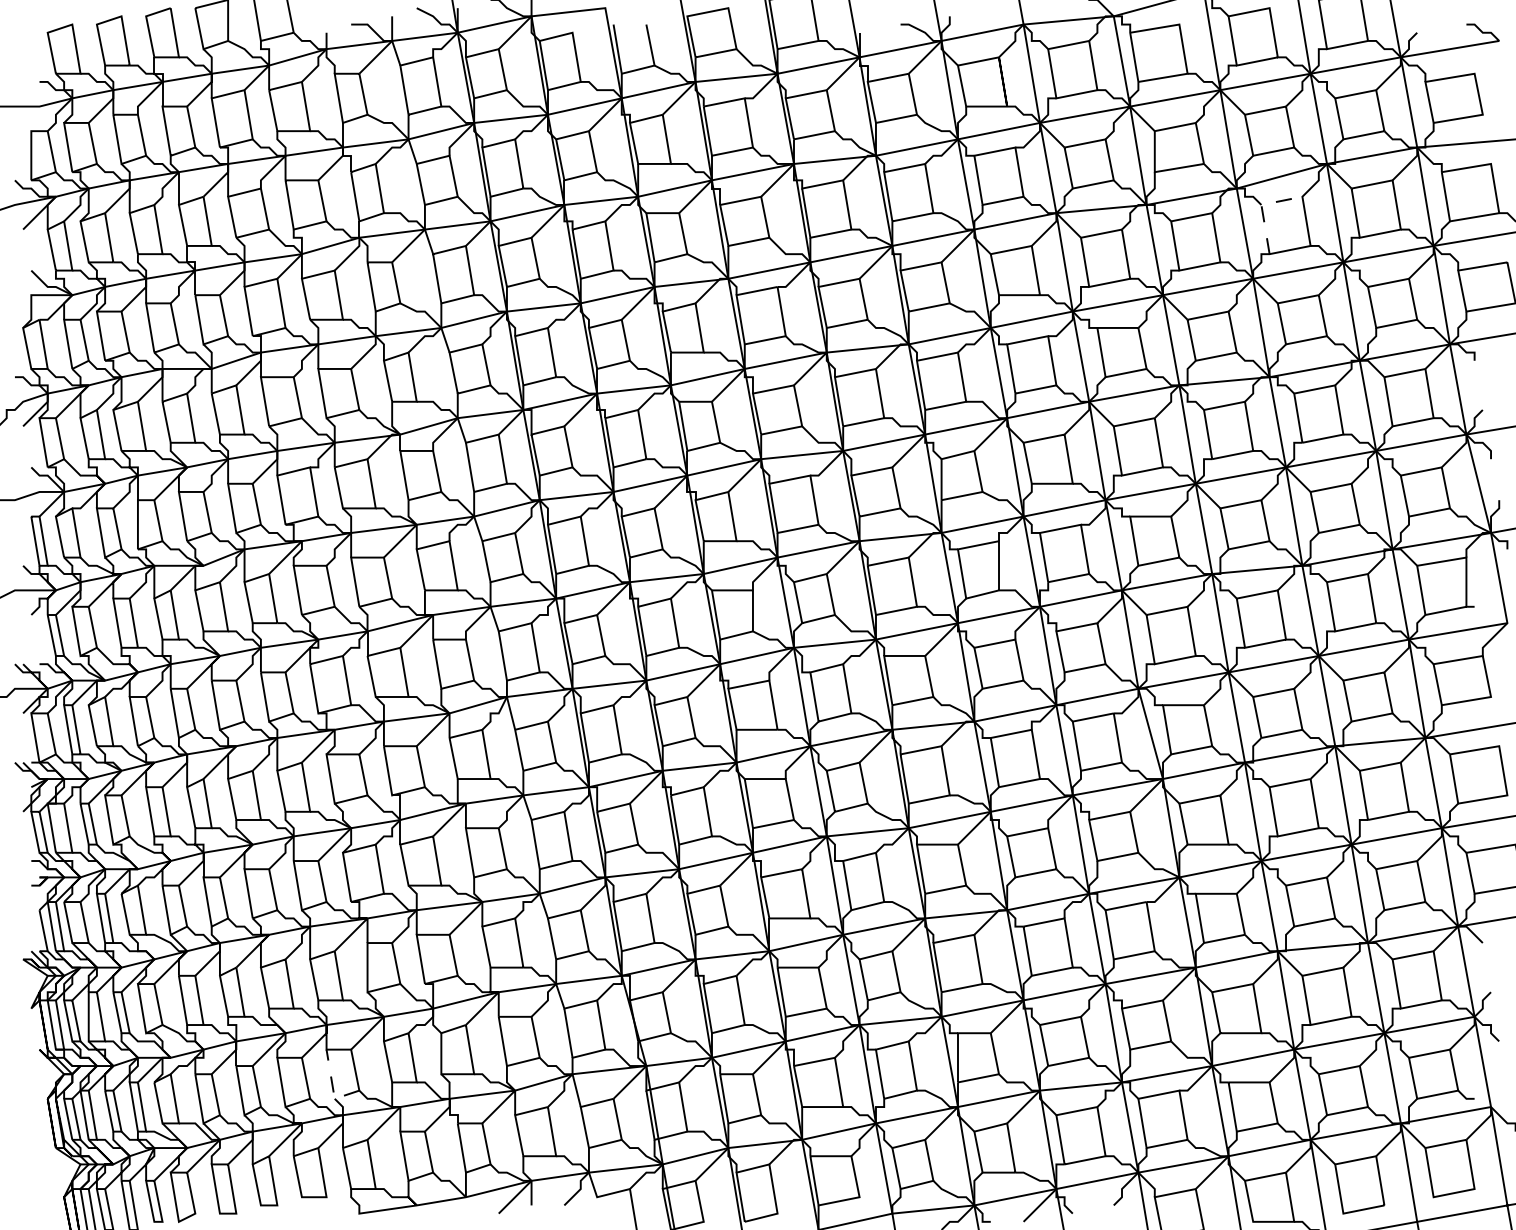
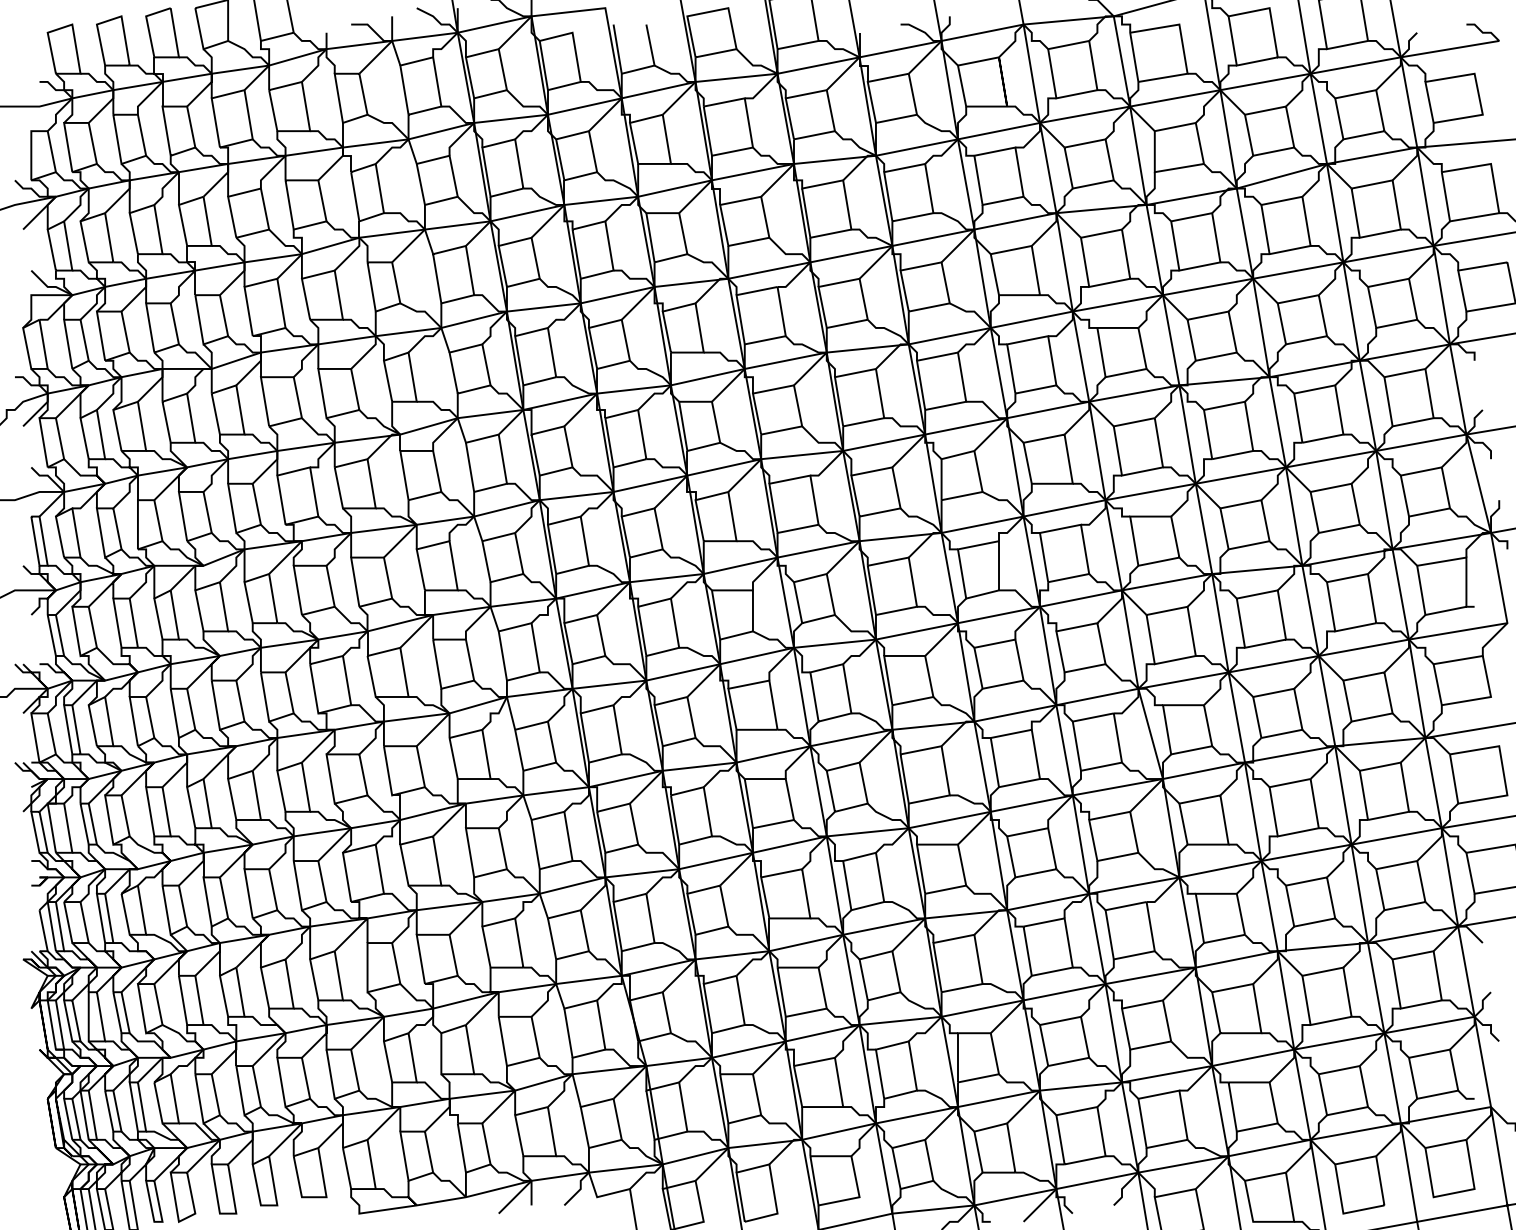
line at (1261, 207): dashed -> solid
line at (332, 1087): dashed -> solid
